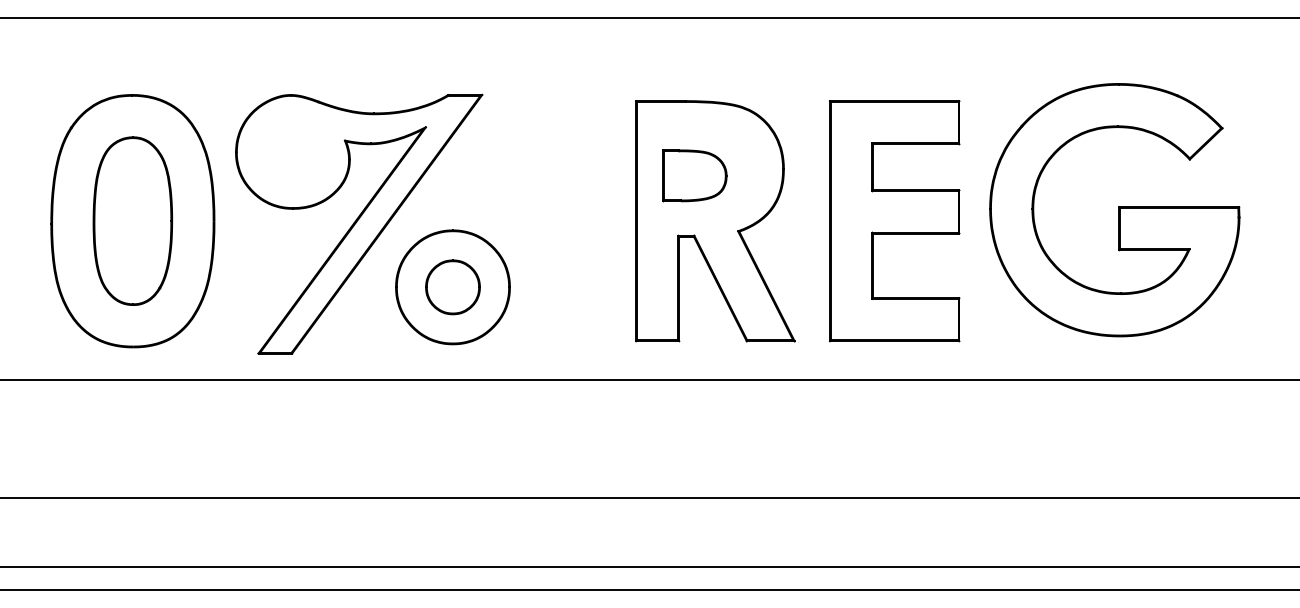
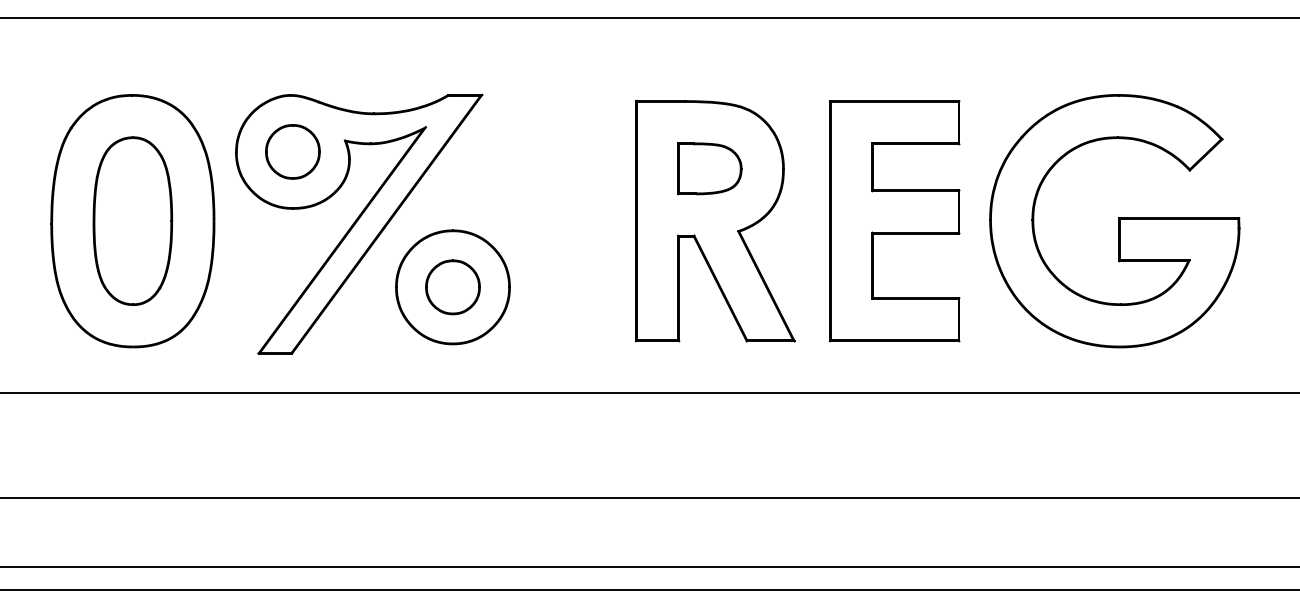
part at (292, 151): none -> present
part at (694, 175) position: (694, 175) -> (709, 168)
part at (1114, 210) position: (1114, 210) -> (1114, 221)
line at (649, 379) position: (649, 379) -> (649, 392)
